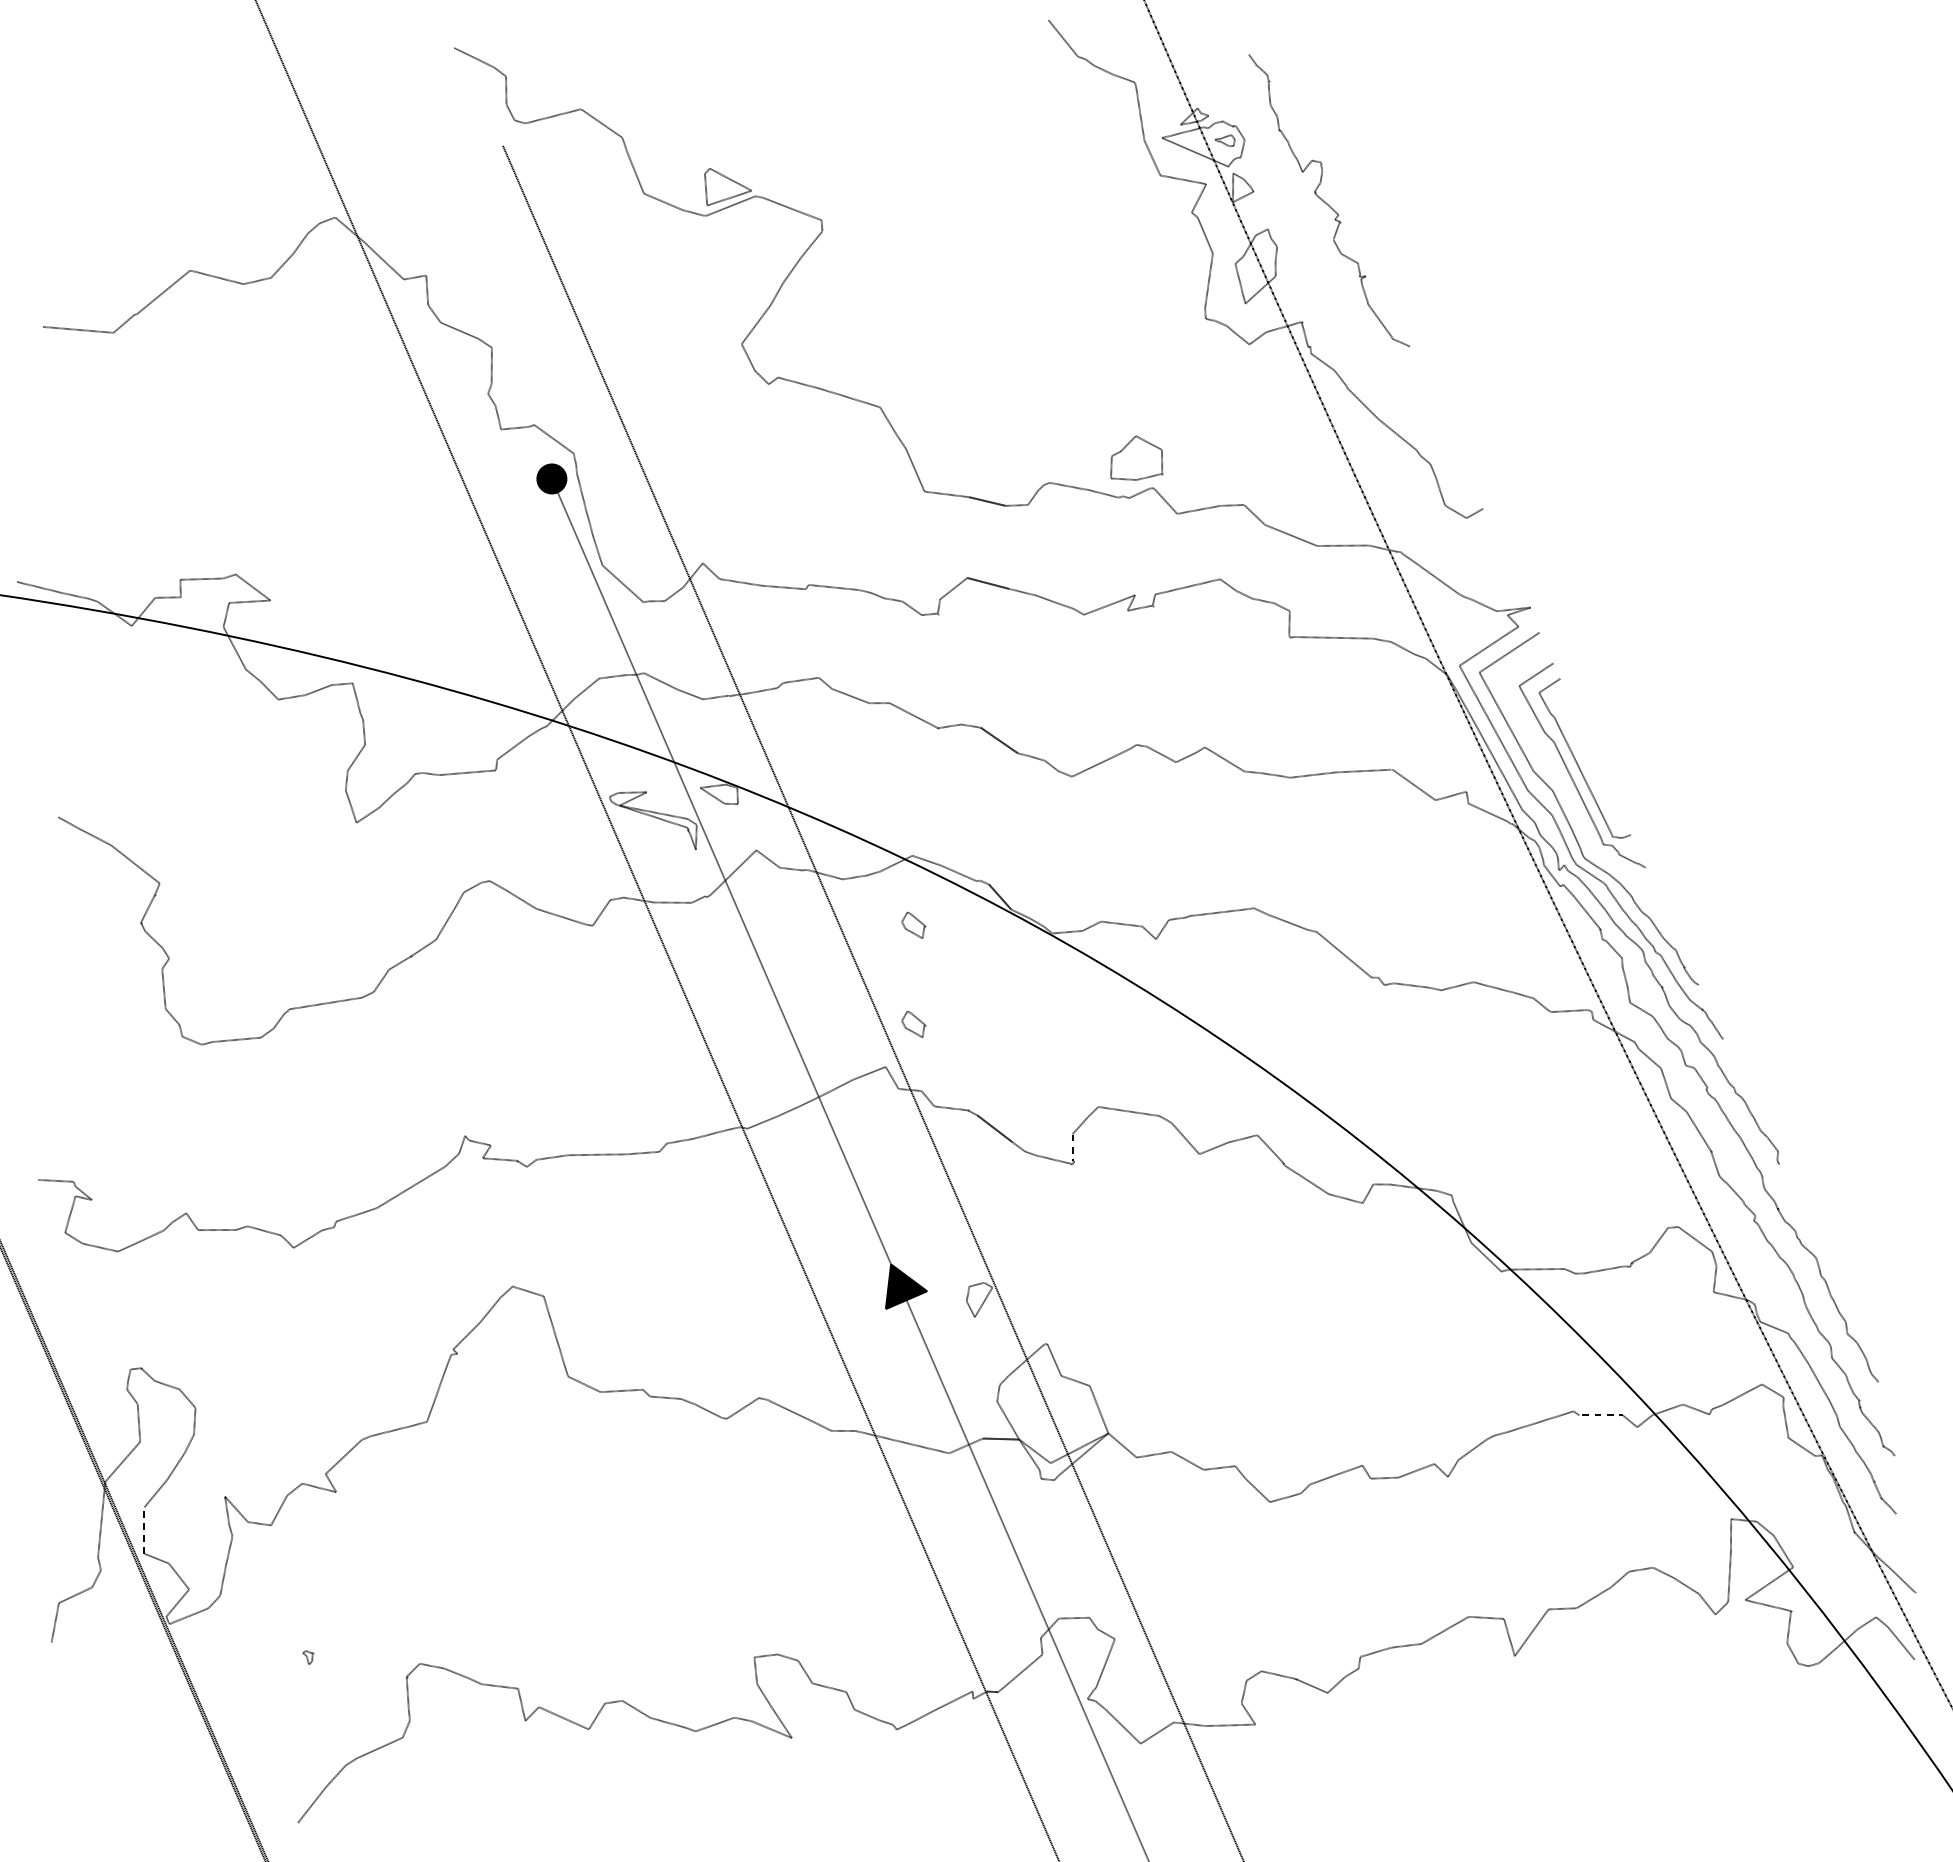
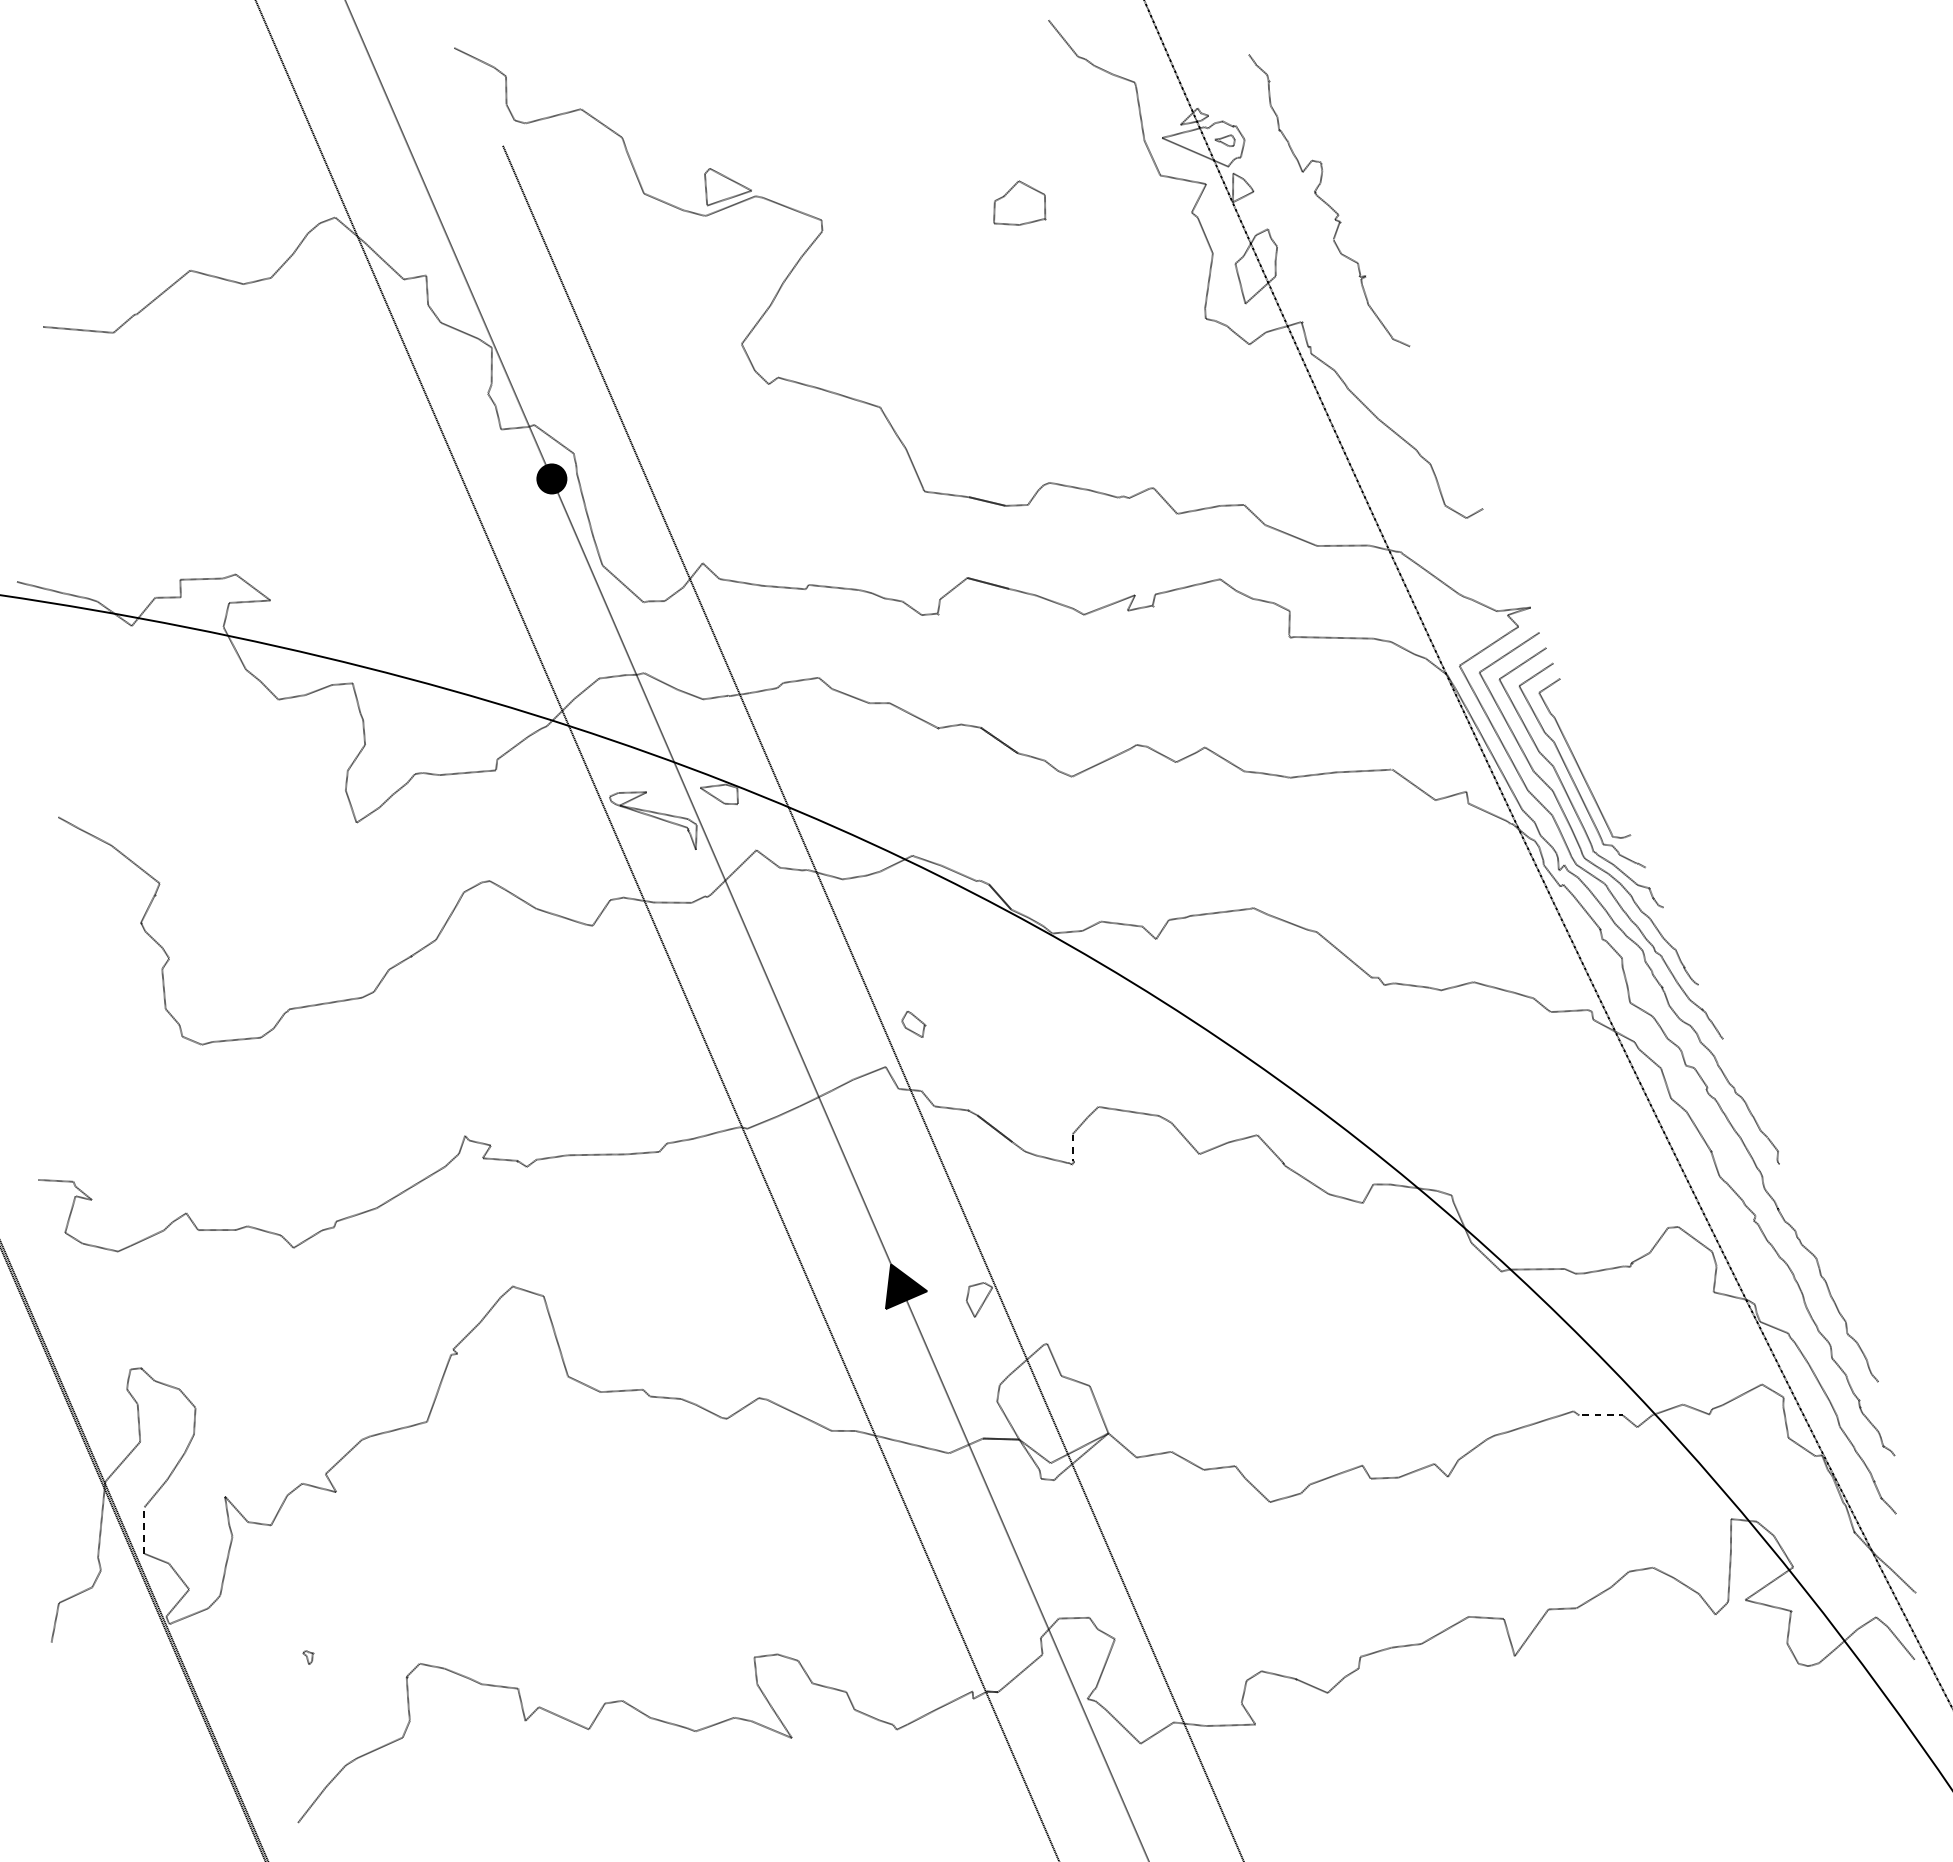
line at (448, 240): none -> present
part at (1136, 457) position: (1136, 457) -> (1019, 202)
curve at (1564, 786): none -> present
part at (913, 925): present -> none
